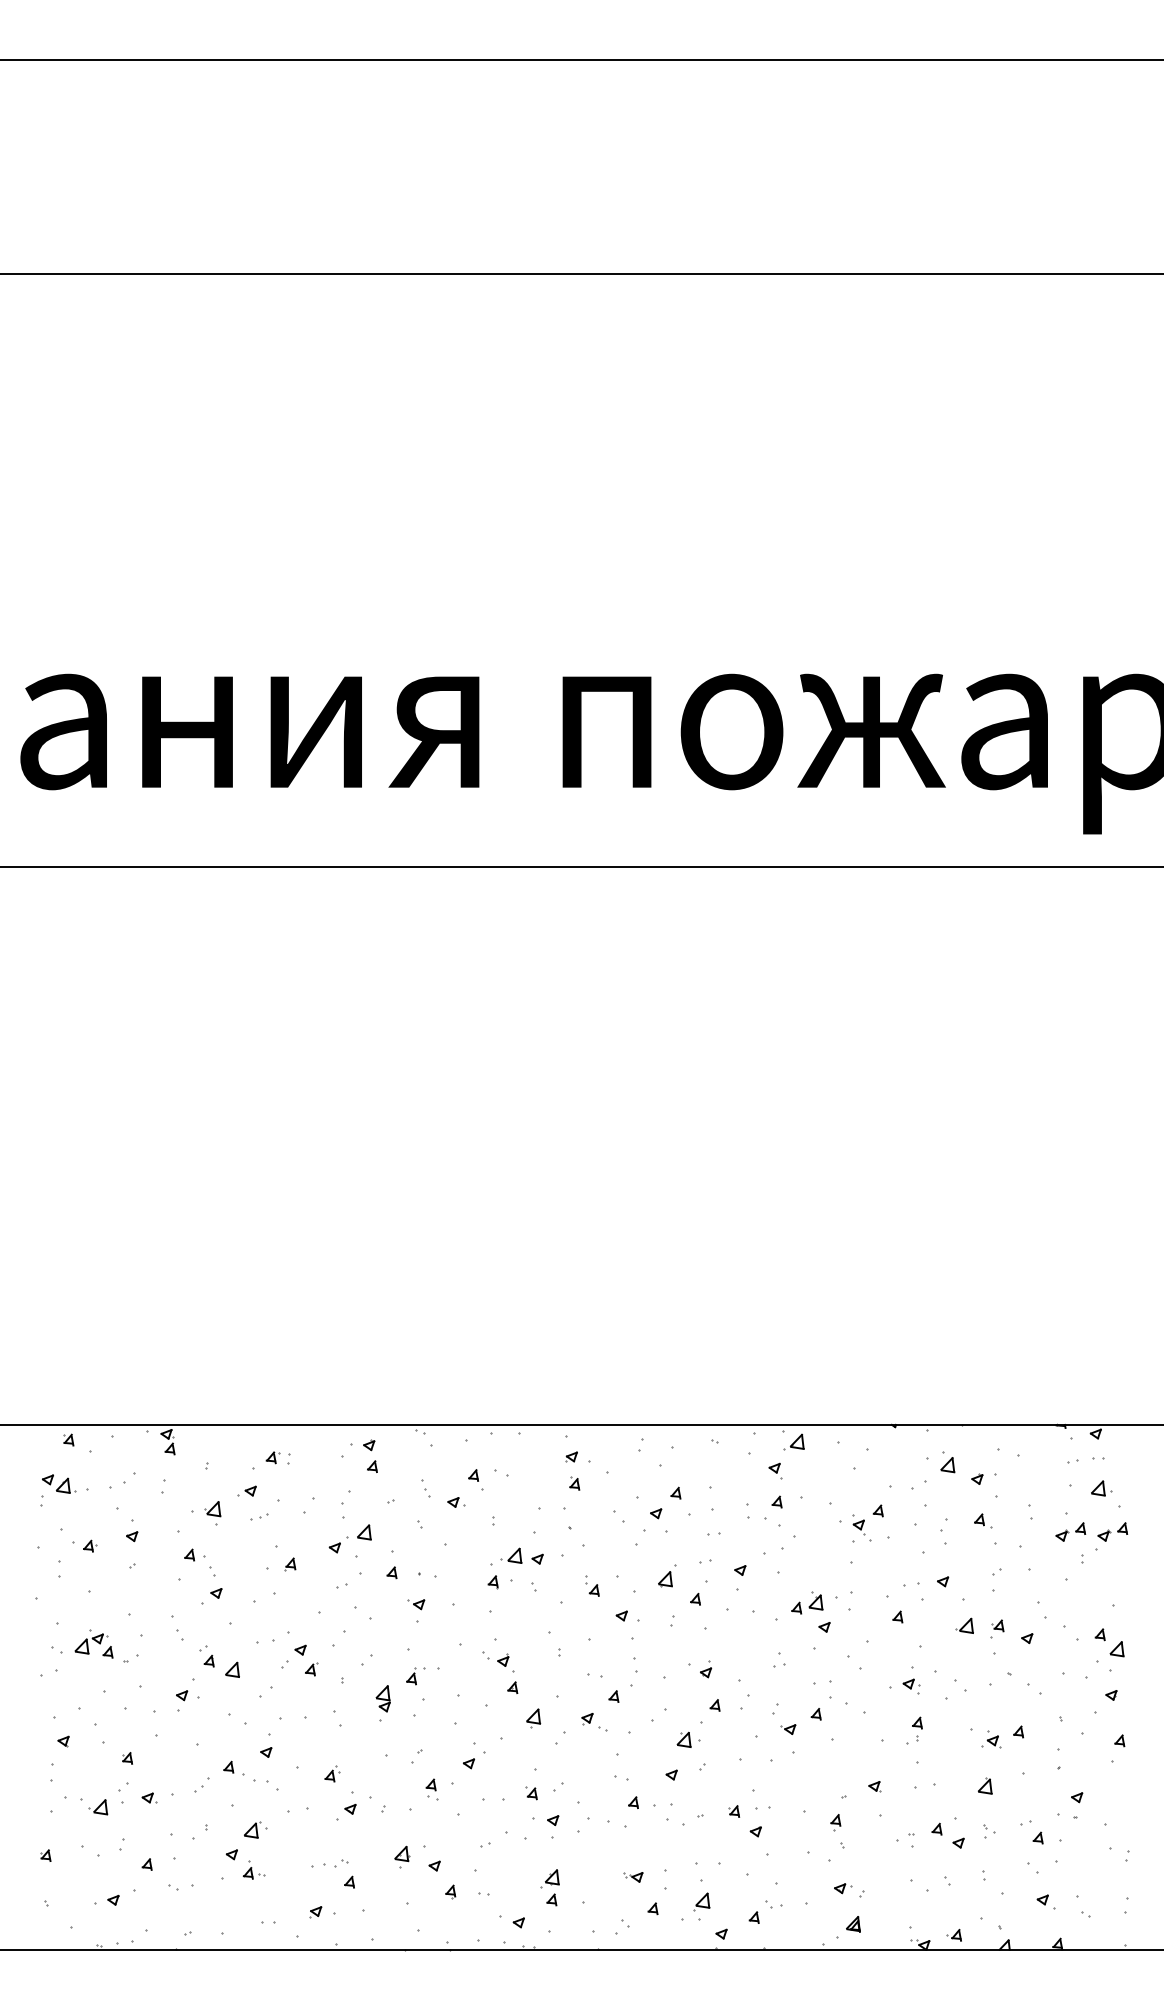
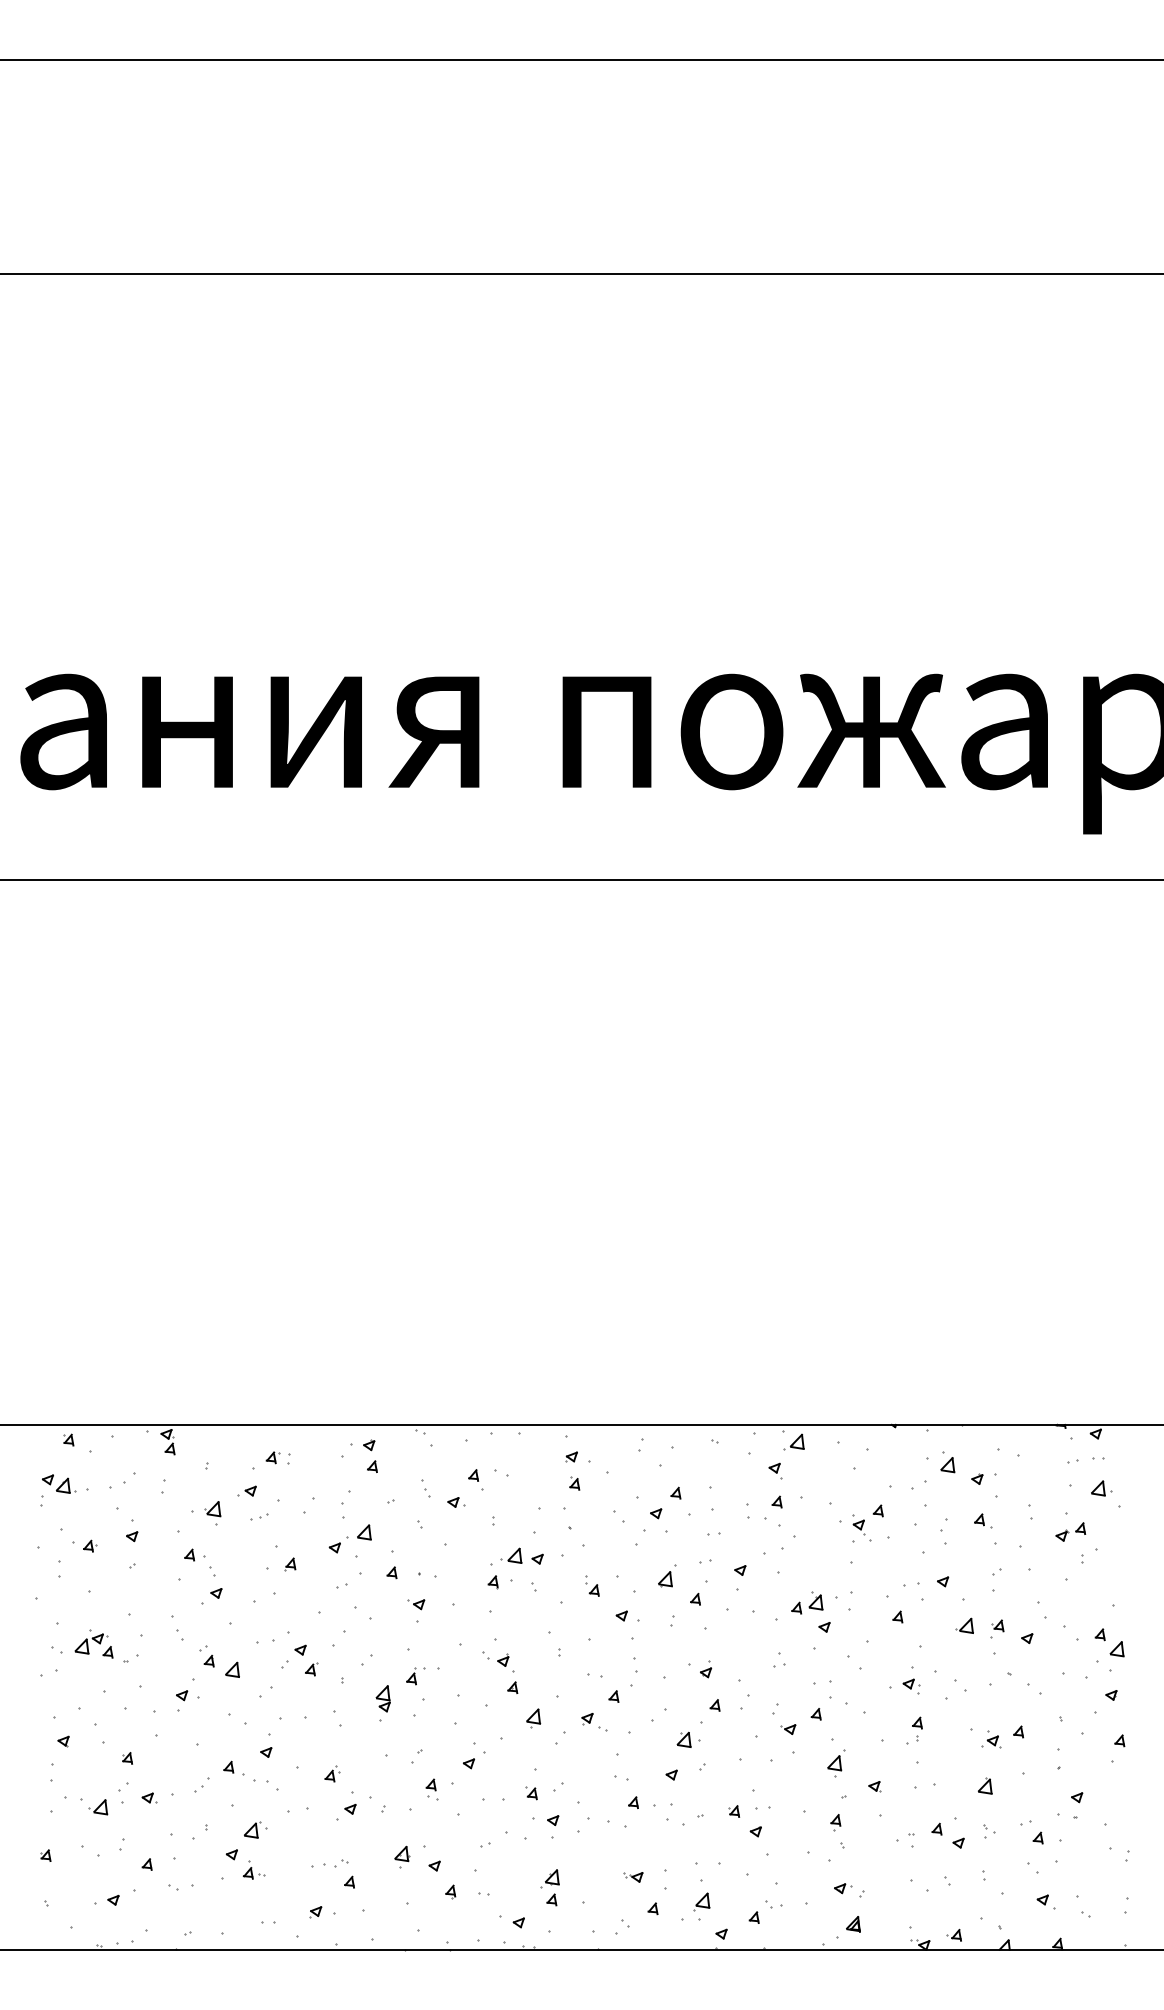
line at (581, 867) position: (581, 867) -> (581, 880)
part at (1112, 1531): present -> none
part at (836, 1763): none -> present
